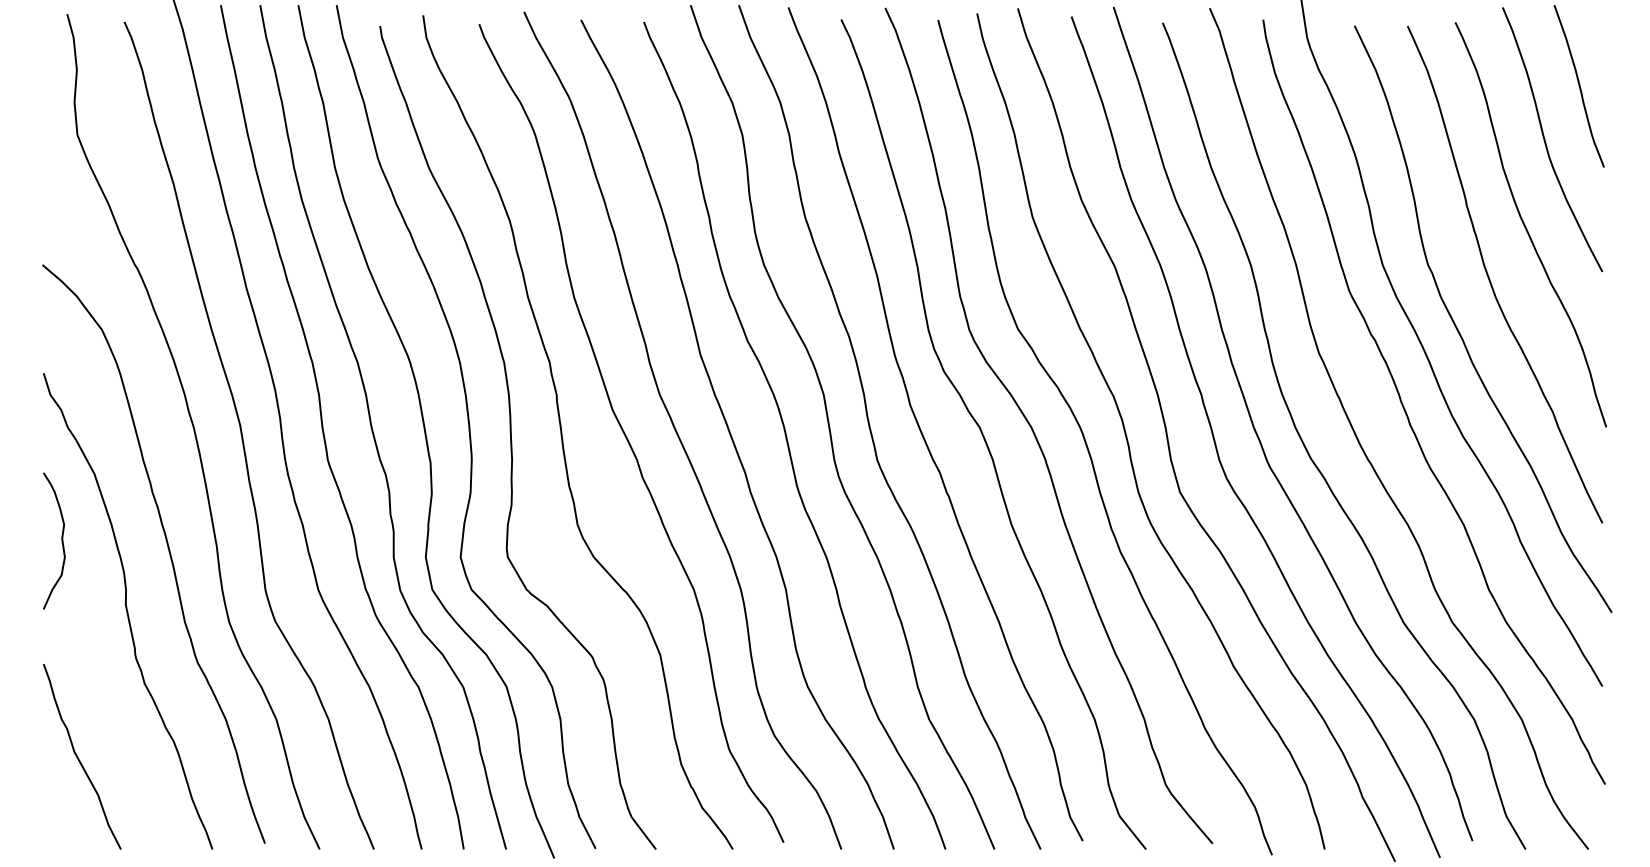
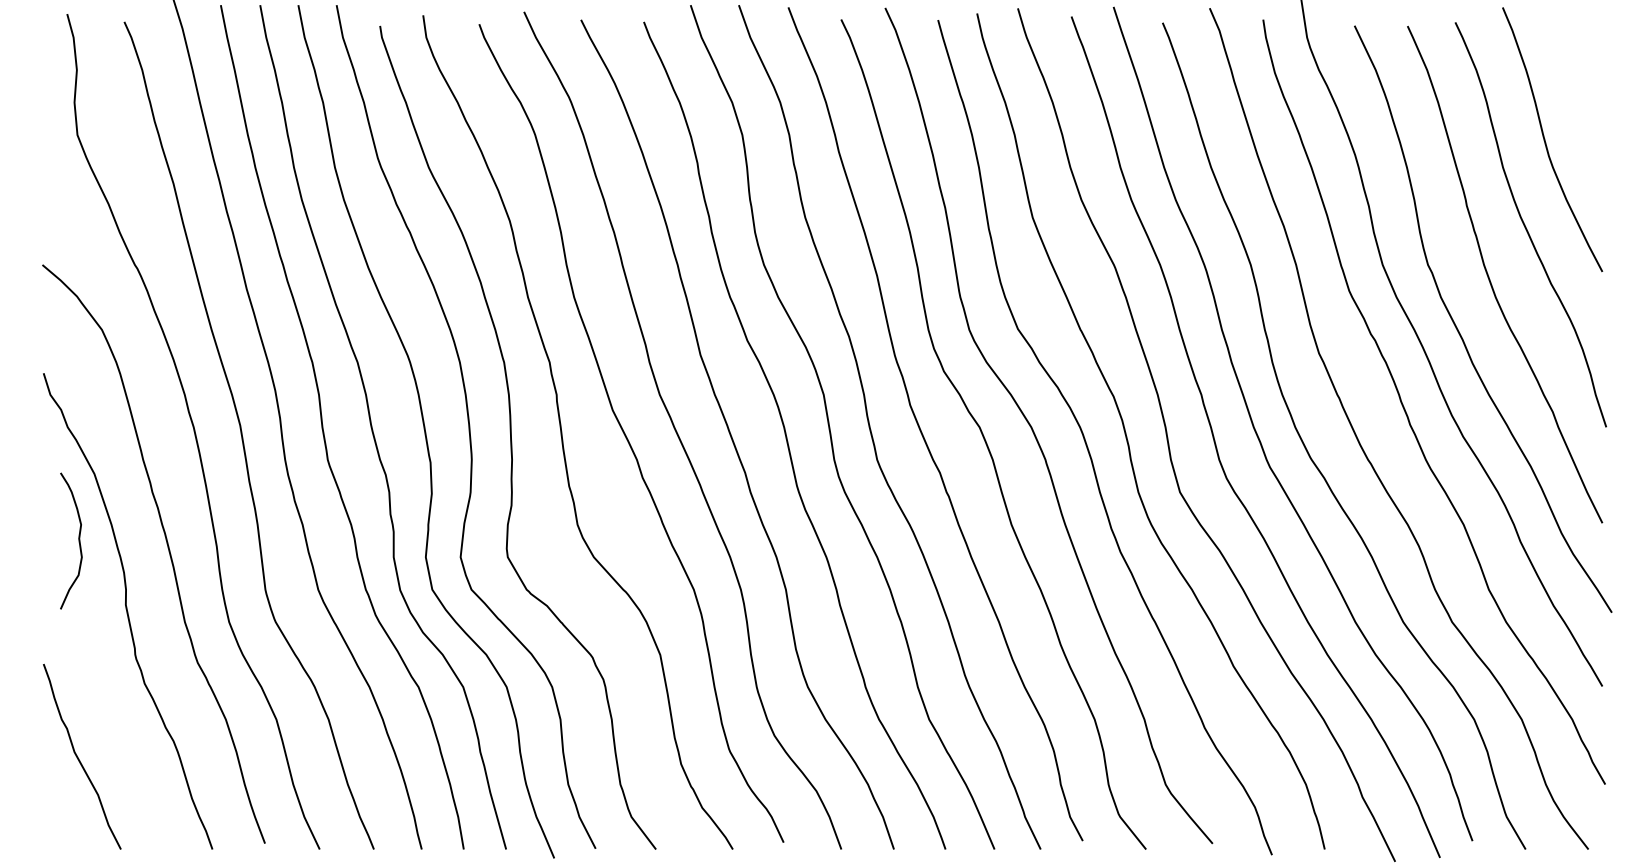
curve at (1578, 86): present -> none
curve at (61, 540) position: (61, 540) -> (78, 540)
